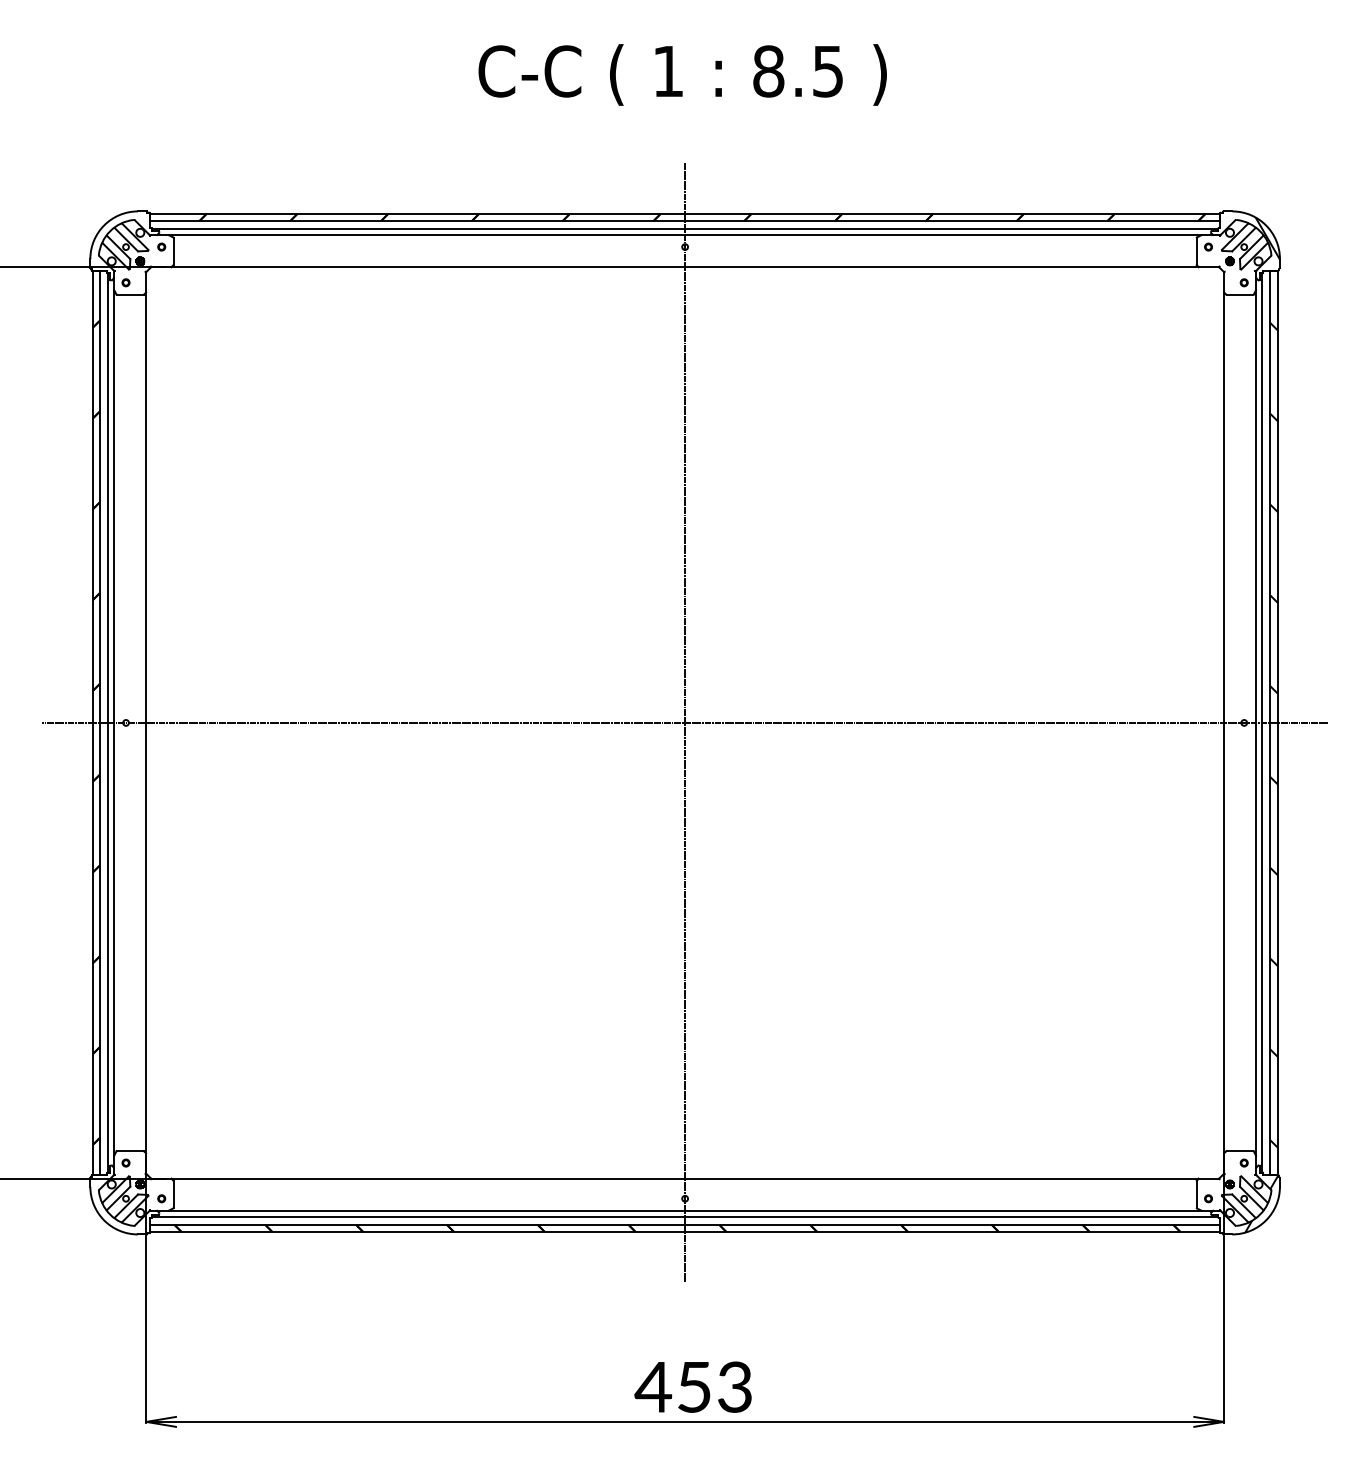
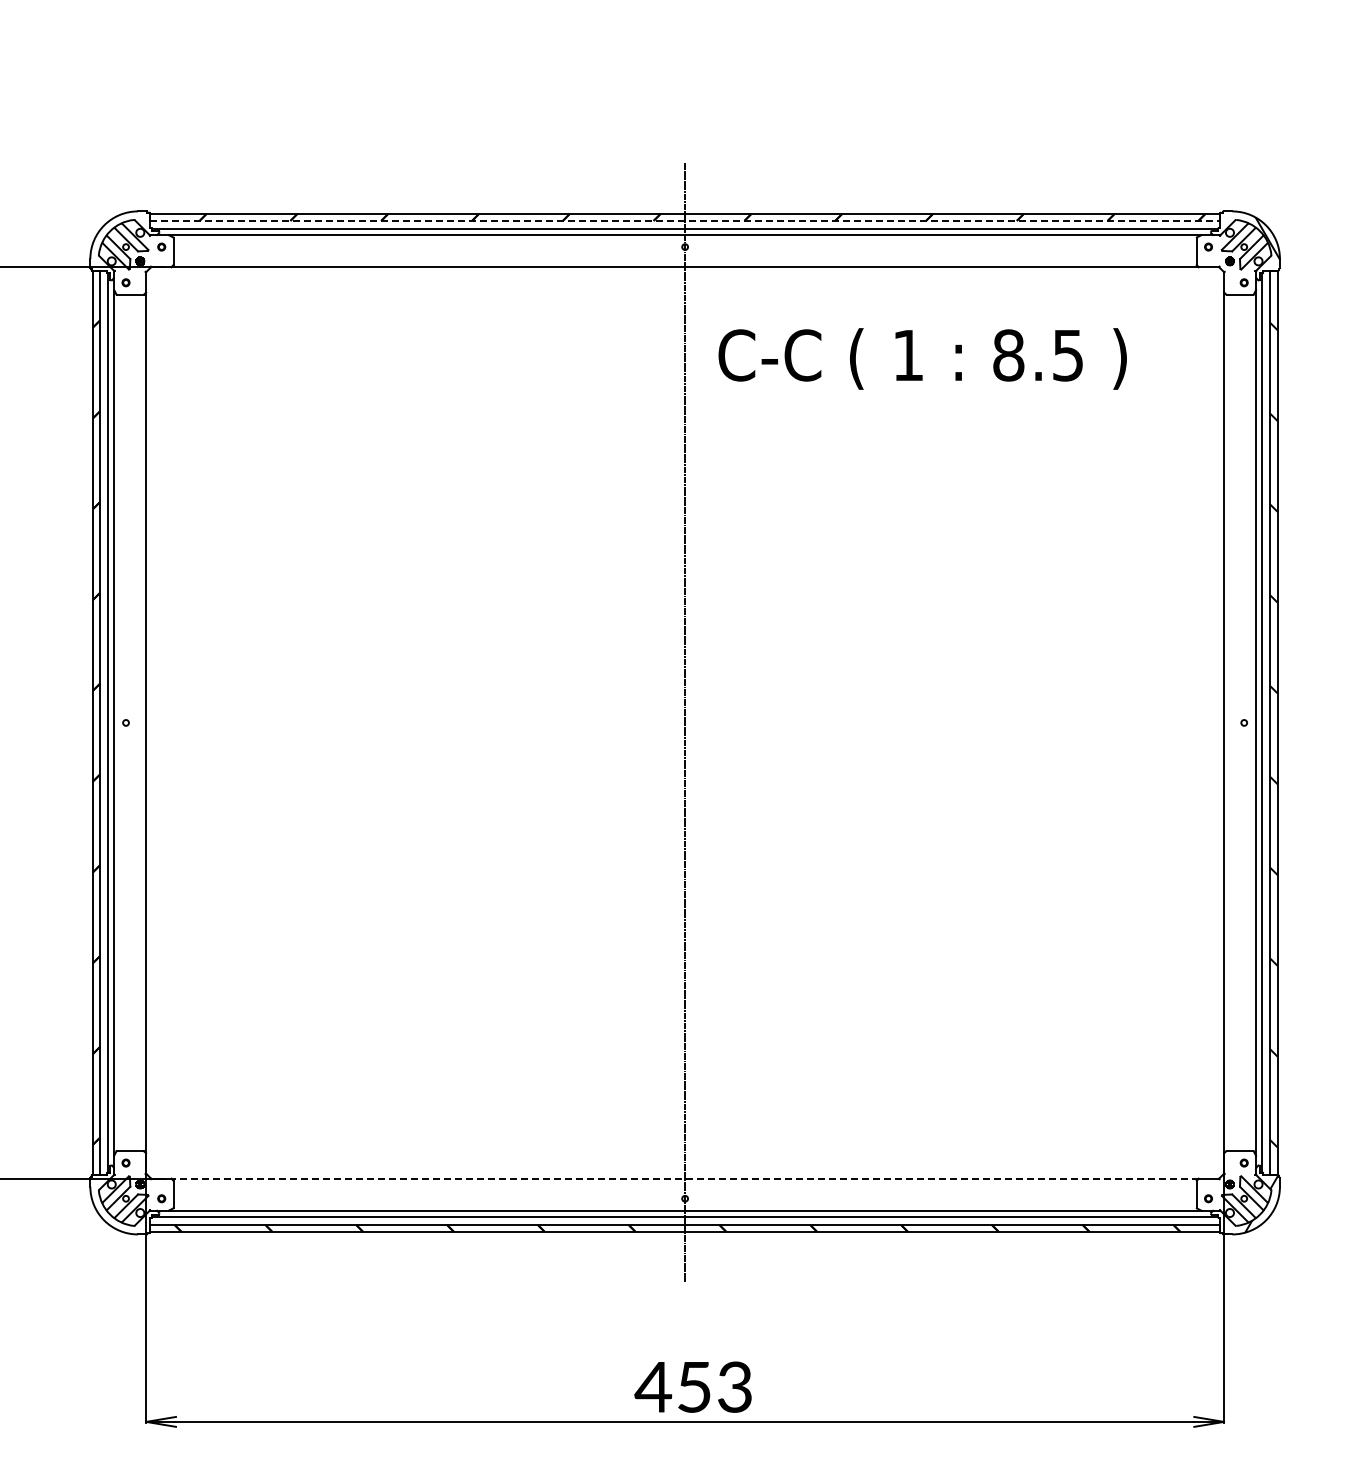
text at (682, 74) position: (682, 74) -> (922, 358)
line at (685, 220): solid -> dashed
line at (685, 722): present -> none
line at (684, 1178): solid -> dashed
